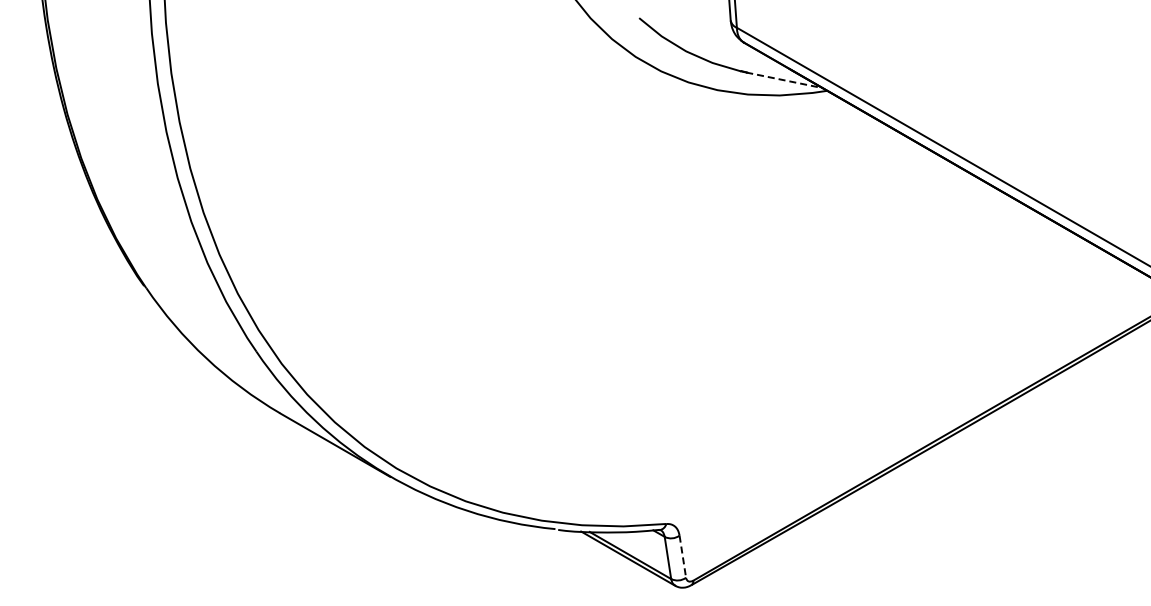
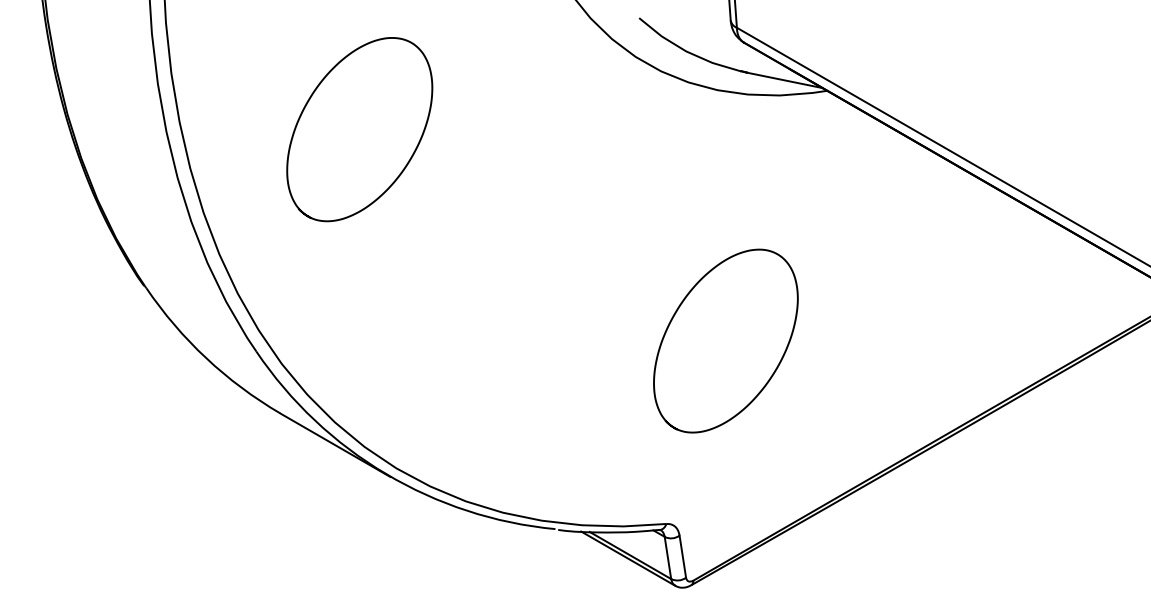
line at (784, 80): dashed -> solid
curve at (309, 101): none -> present
curve at (675, 315): none -> present
line at (682, 557): dashed -> solid
